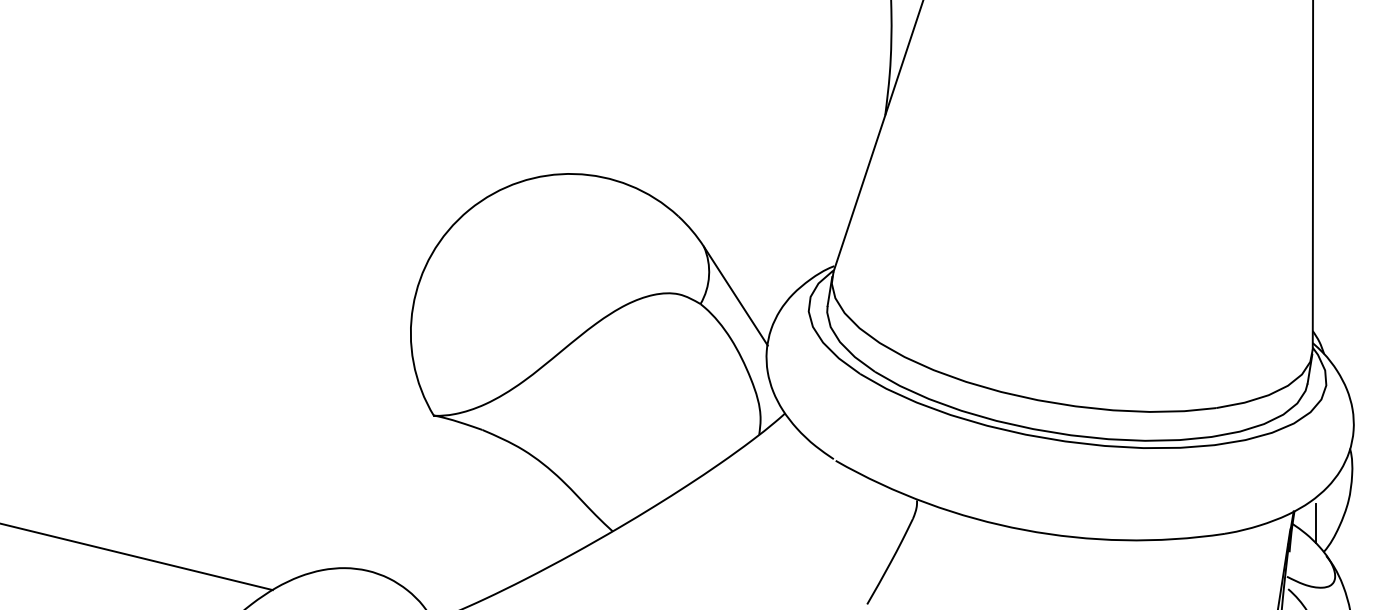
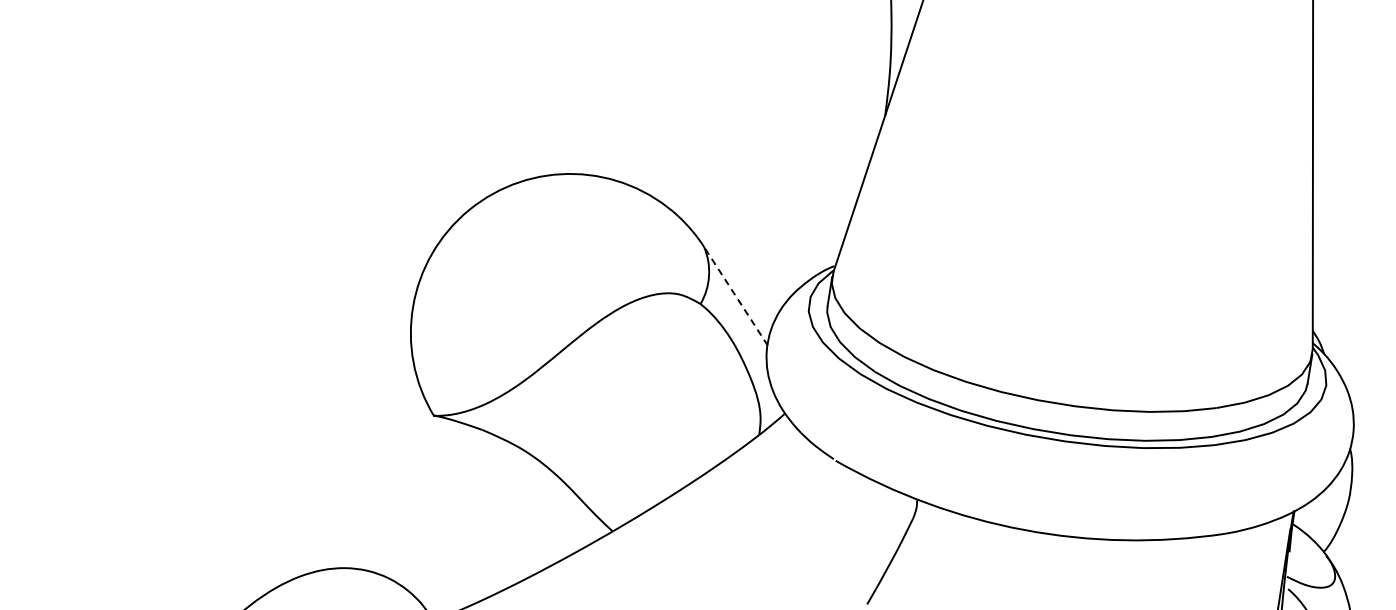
line at (735, 296): solid -> dashed
line at (1315, 523): present -> none
line at (137, 557): present -> none
